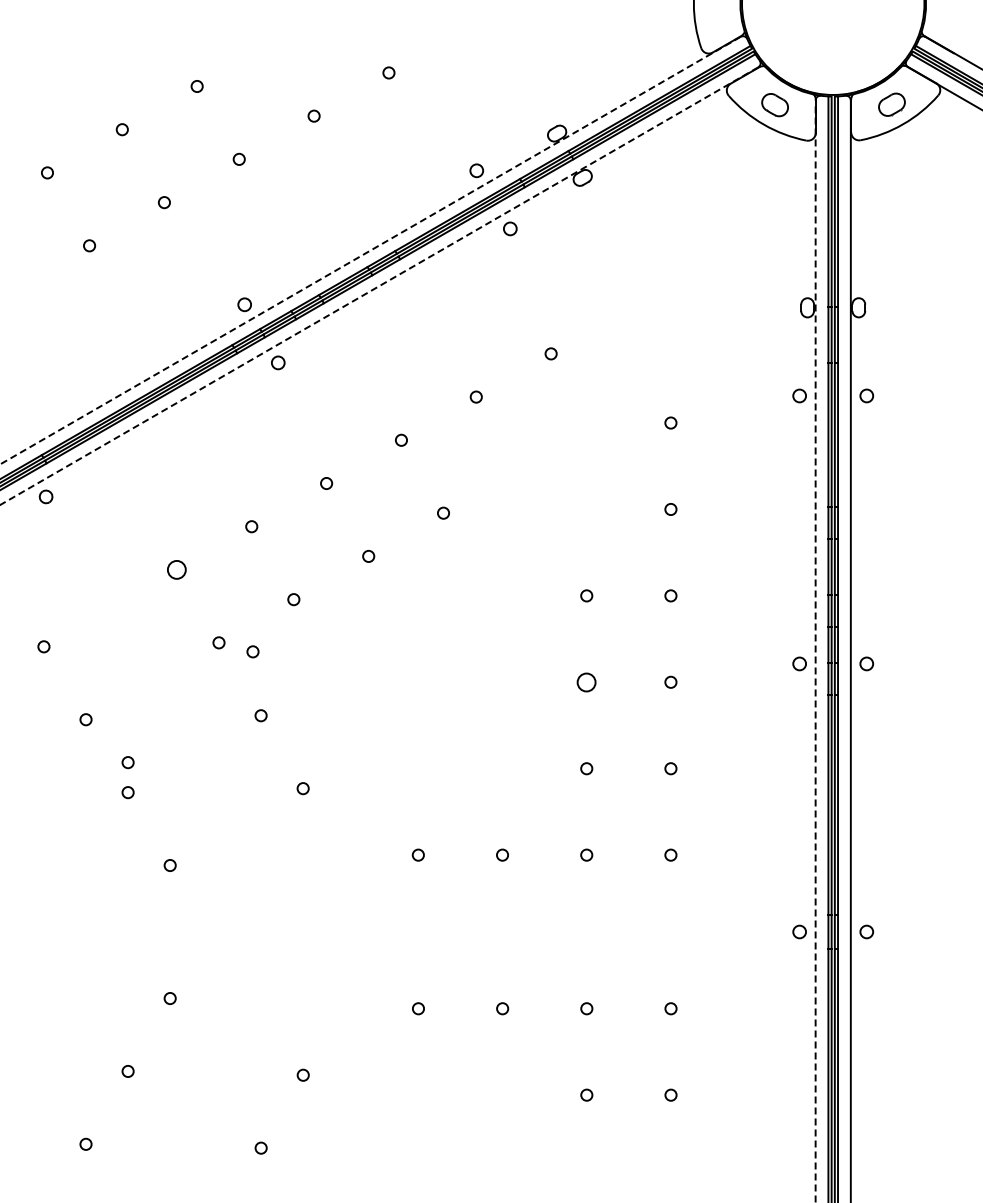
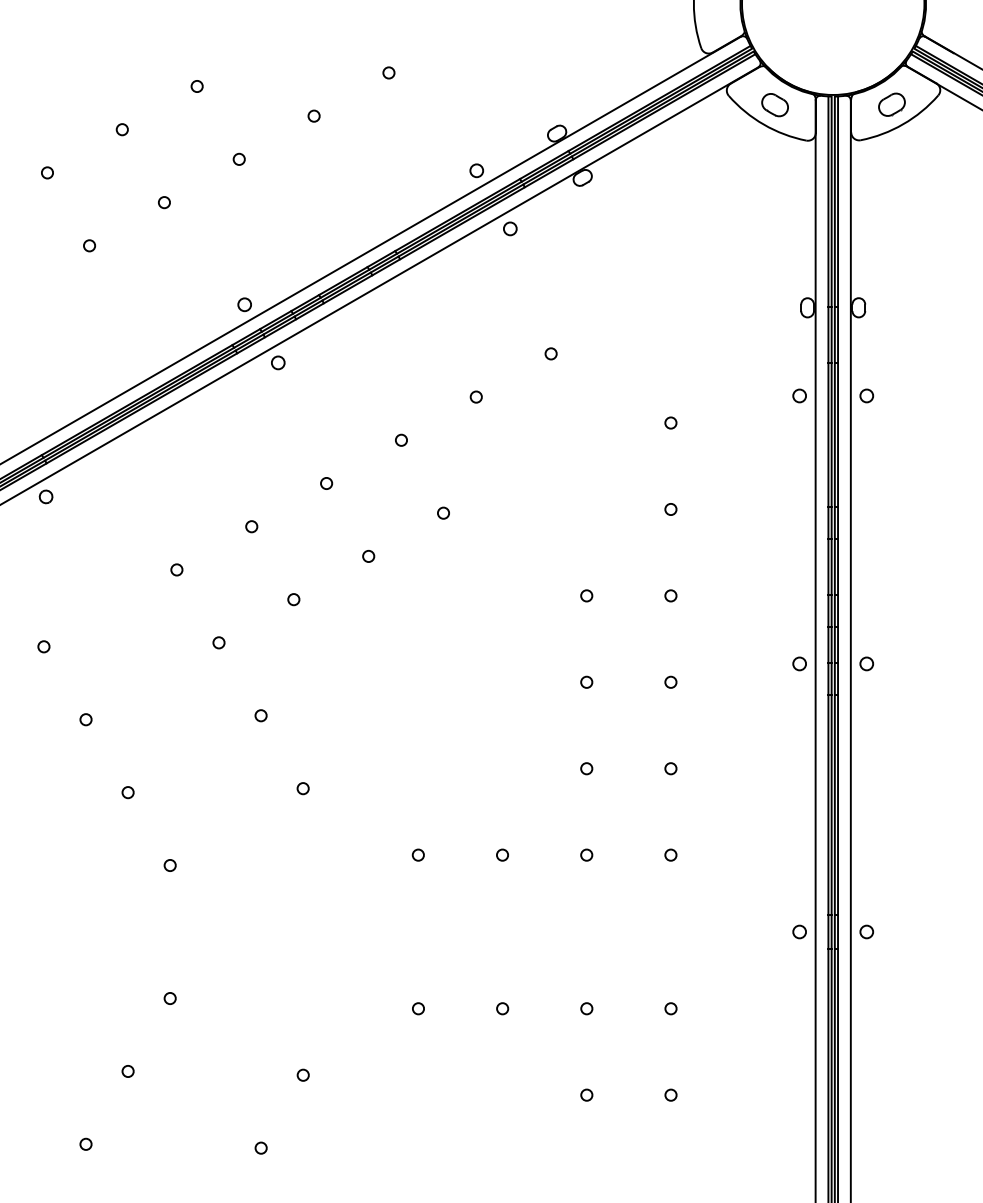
line at (369, 250): dashed -> solid
line at (378, 286): dashed -> solid
circle at (176, 569) size: 20x20 px -> 14x14 px
circle at (252, 651): present -> none
line at (815, 651): dashed -> solid
circle at (586, 682) size: 21x21 px -> 14x14 px
circle at (127, 762): present -> none
